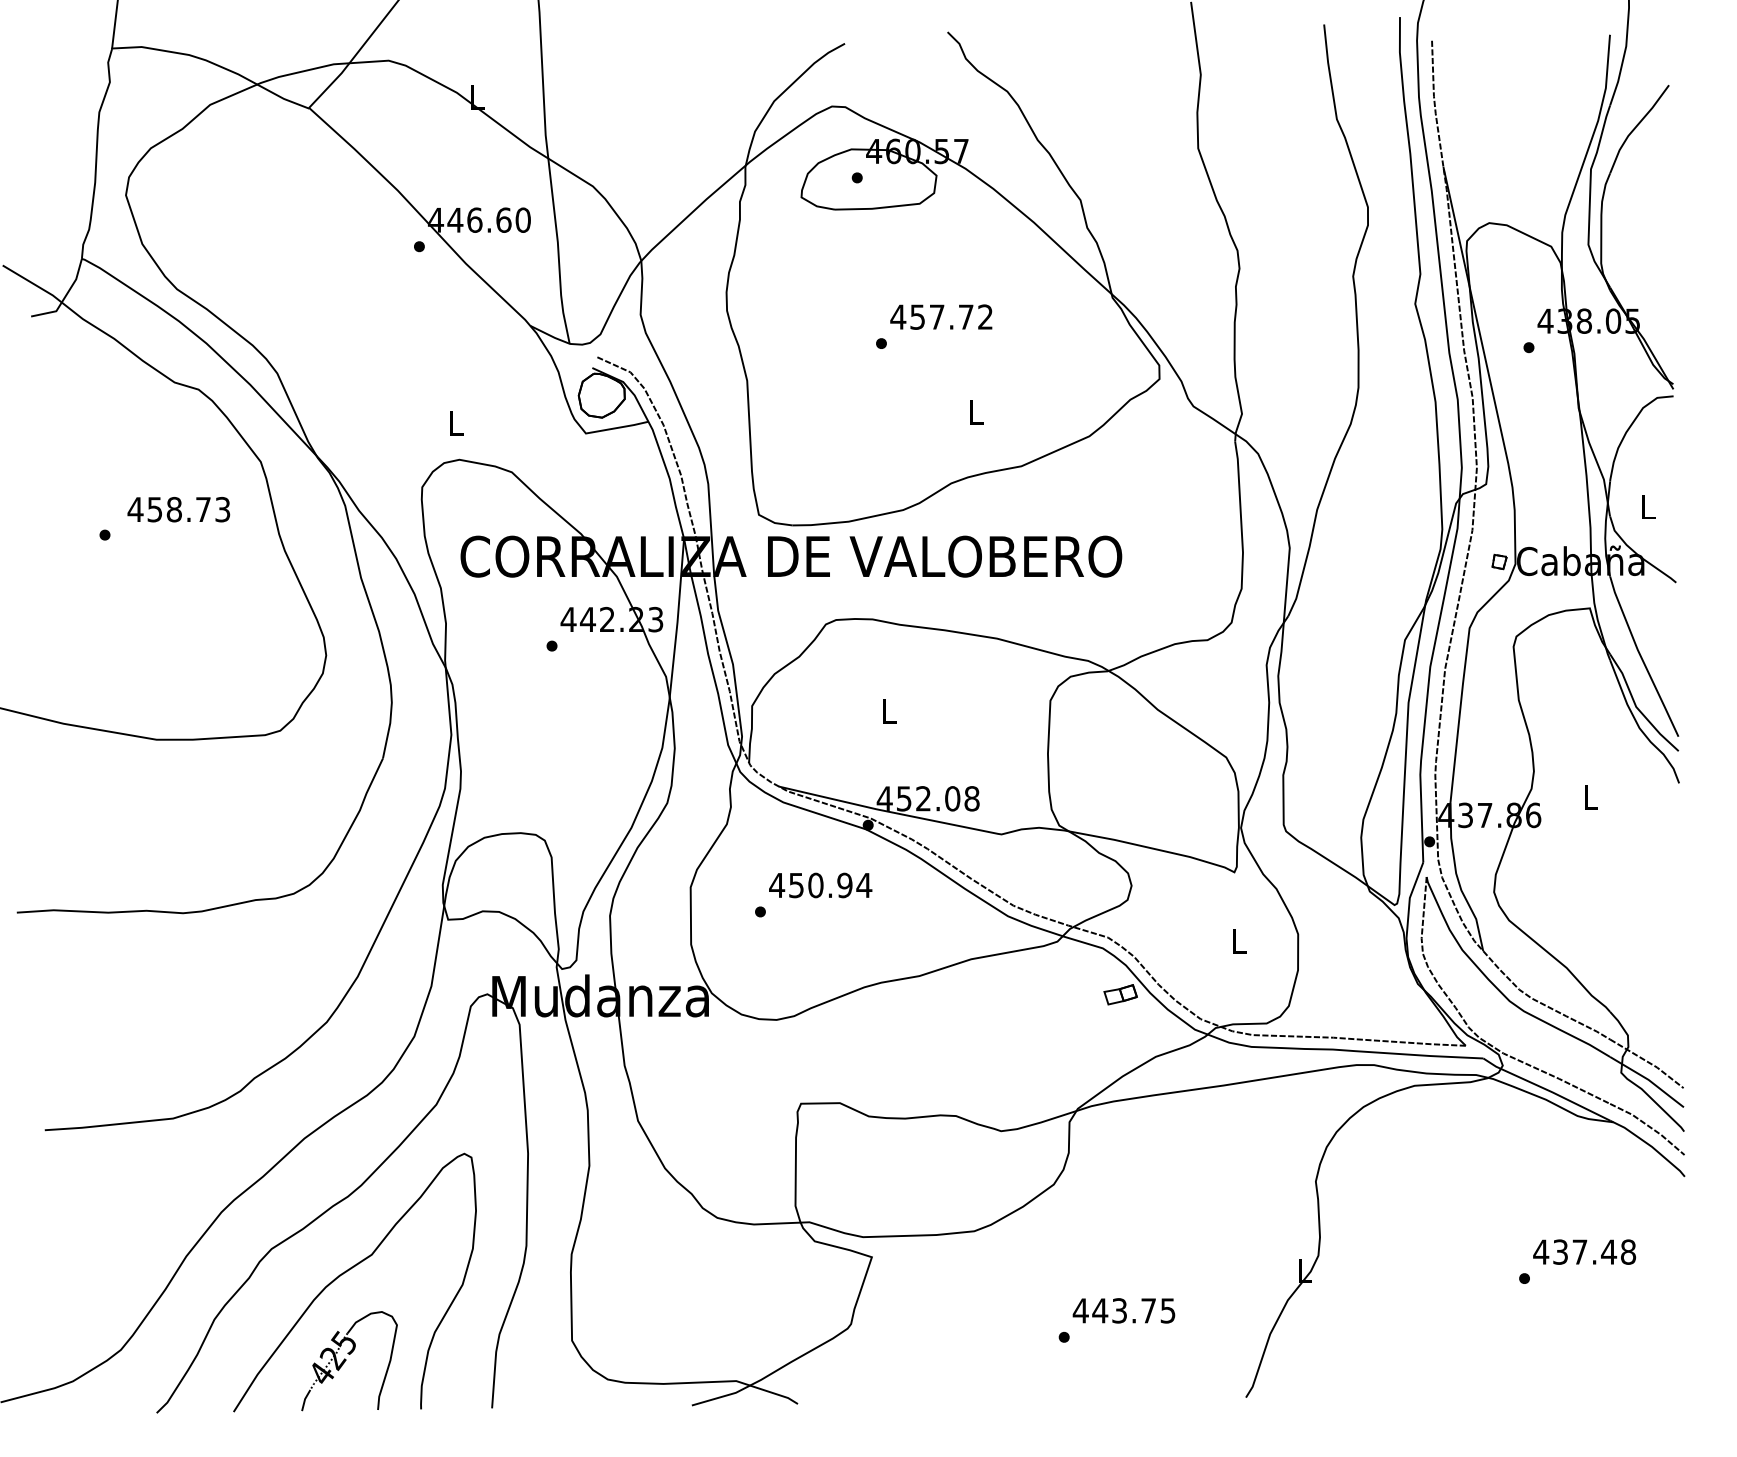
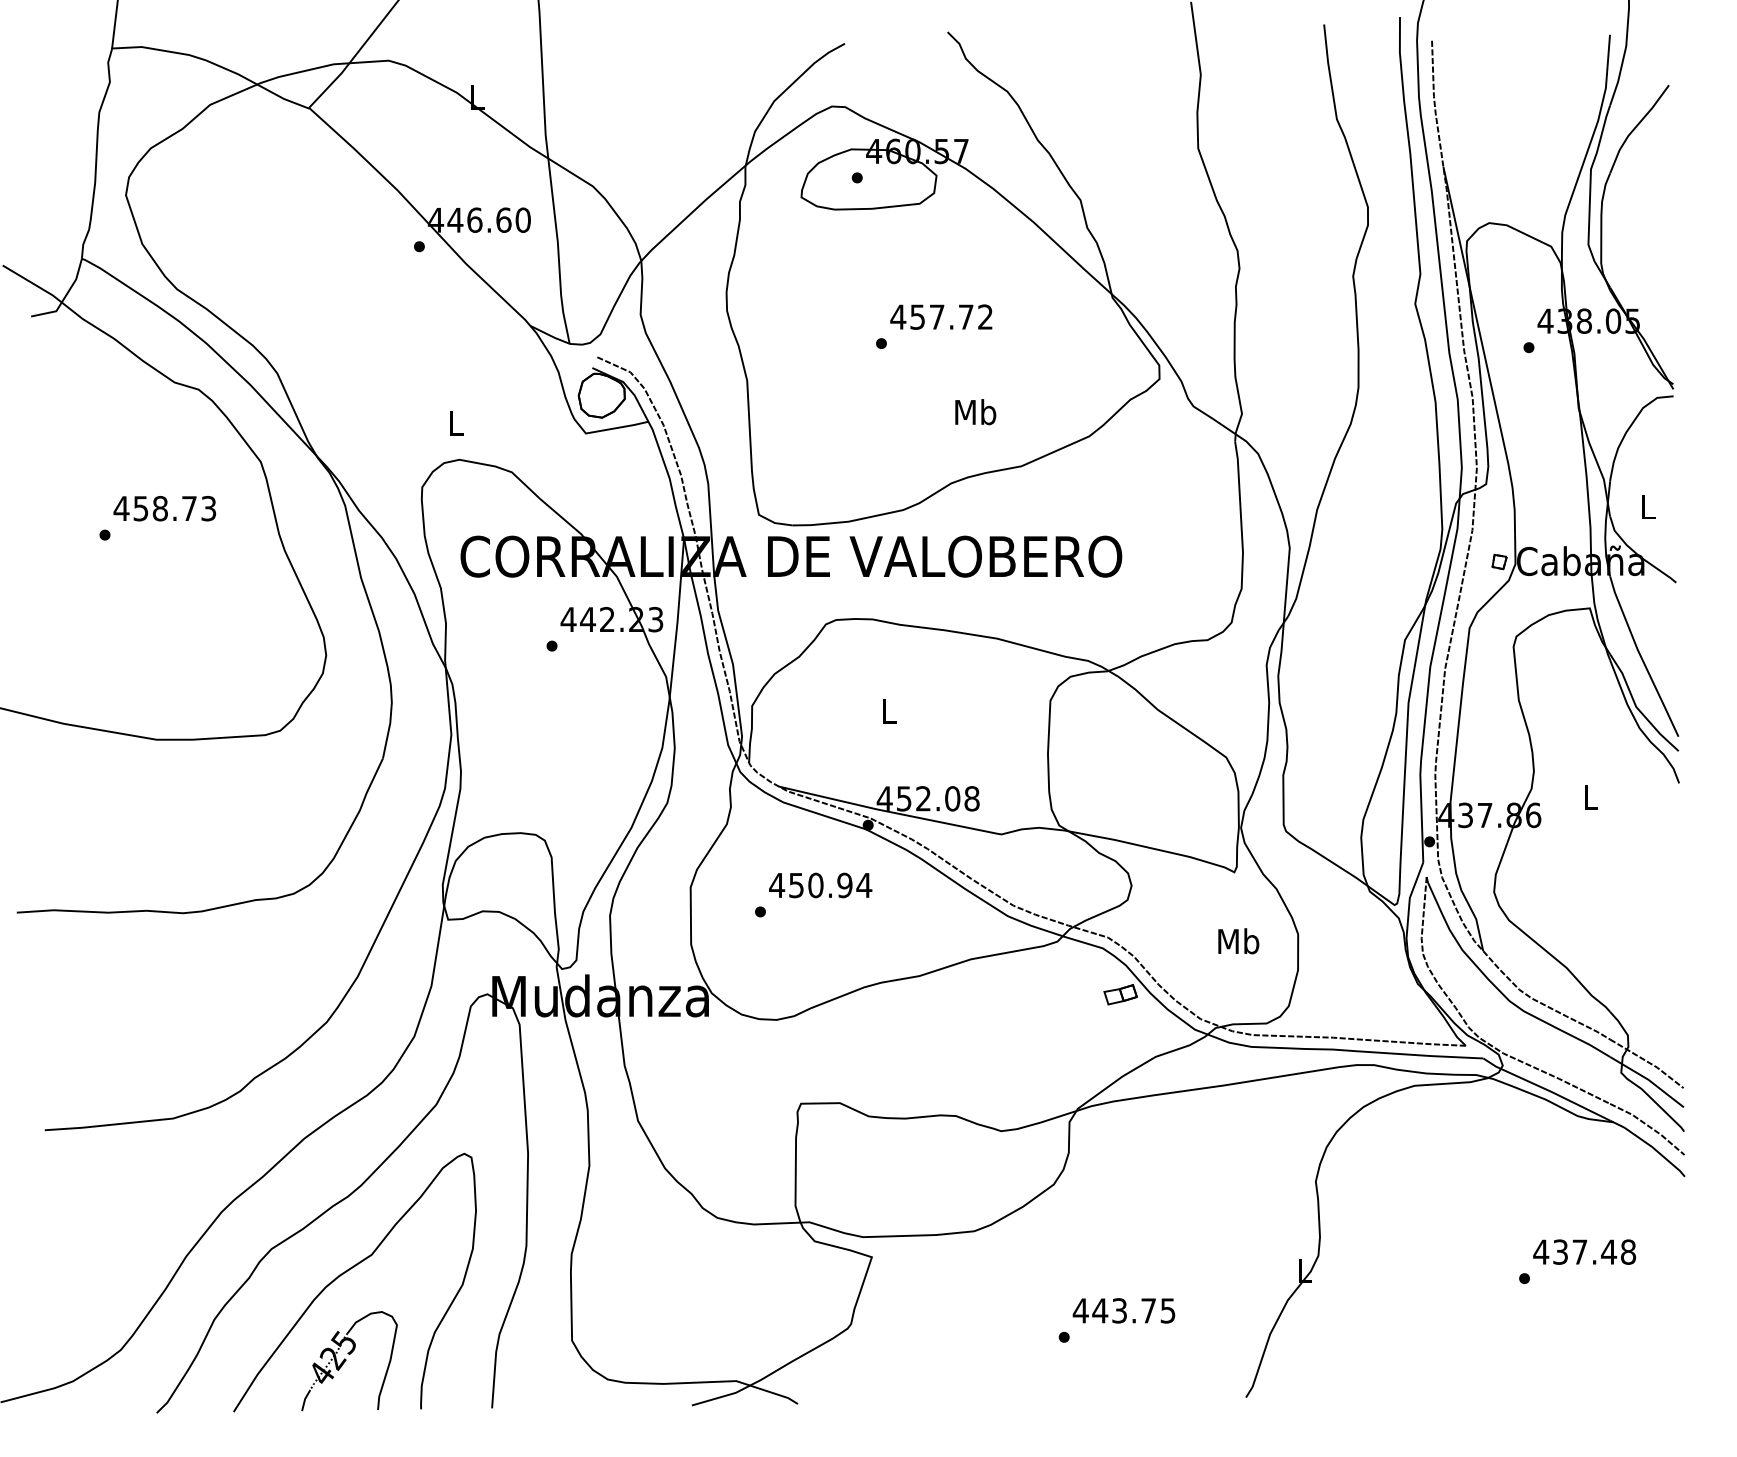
text at (975, 412): L -> Mb
text at (178, 509) position: (178, 509) -> (164, 508)
text at (1238, 941): L -> Mb
